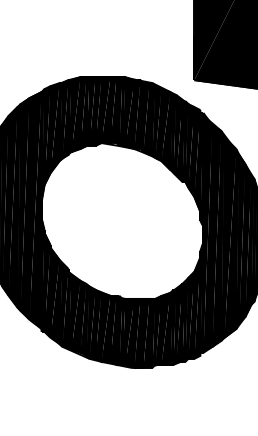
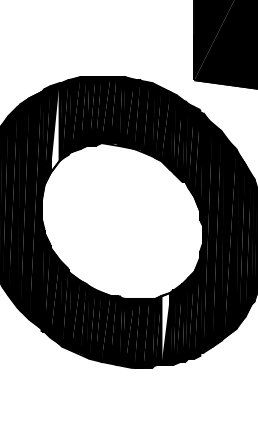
fill at (54, 128): present -> none
fill at (165, 328): present -> none
